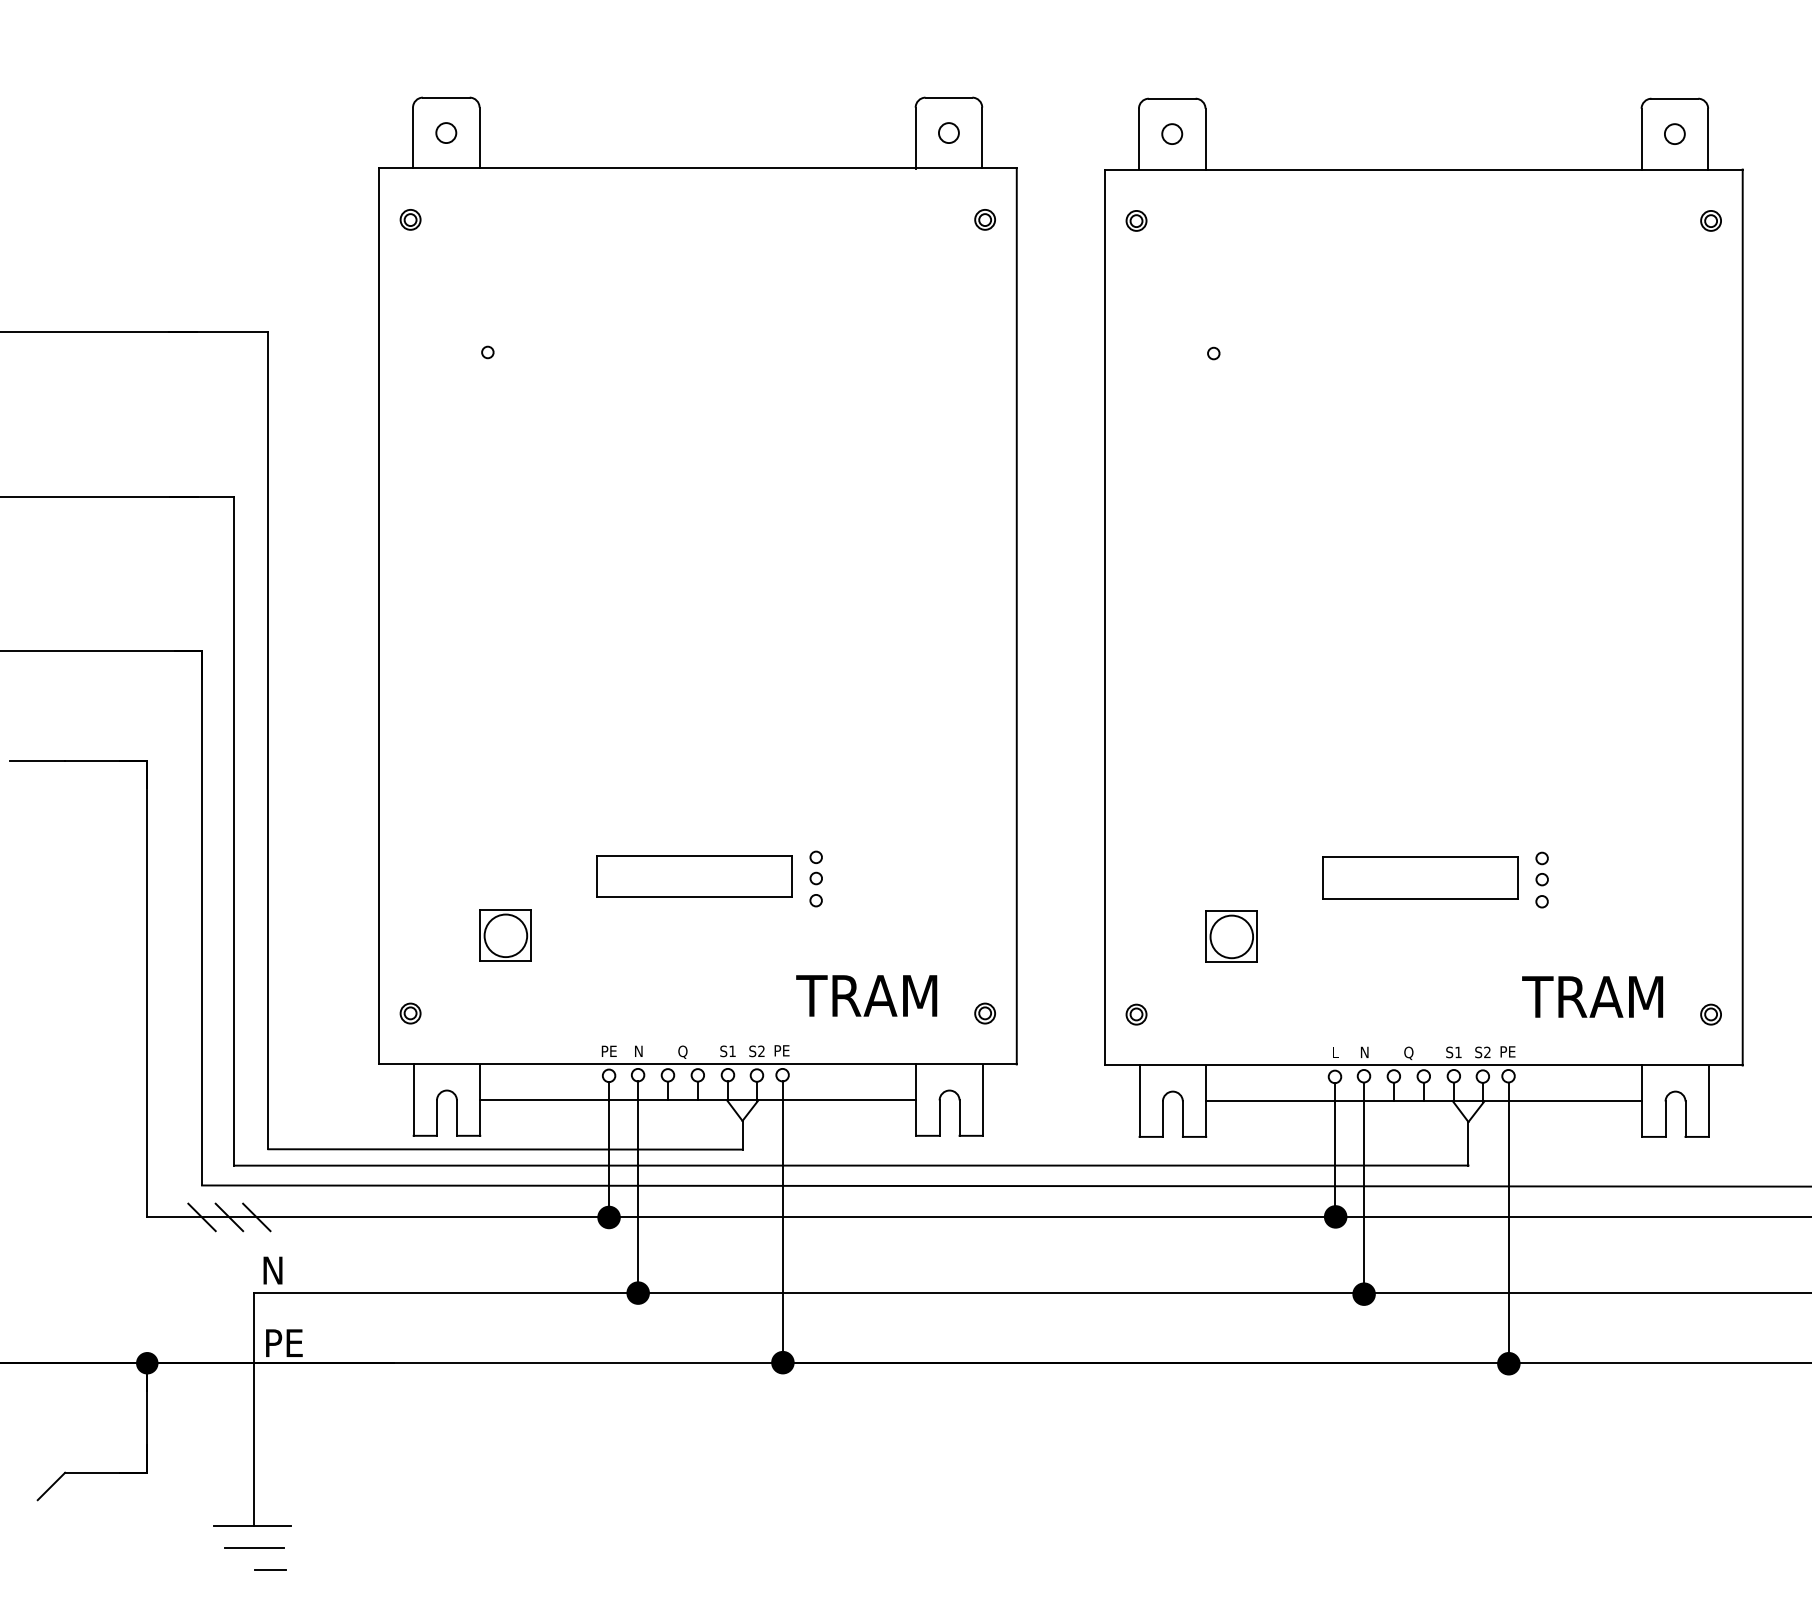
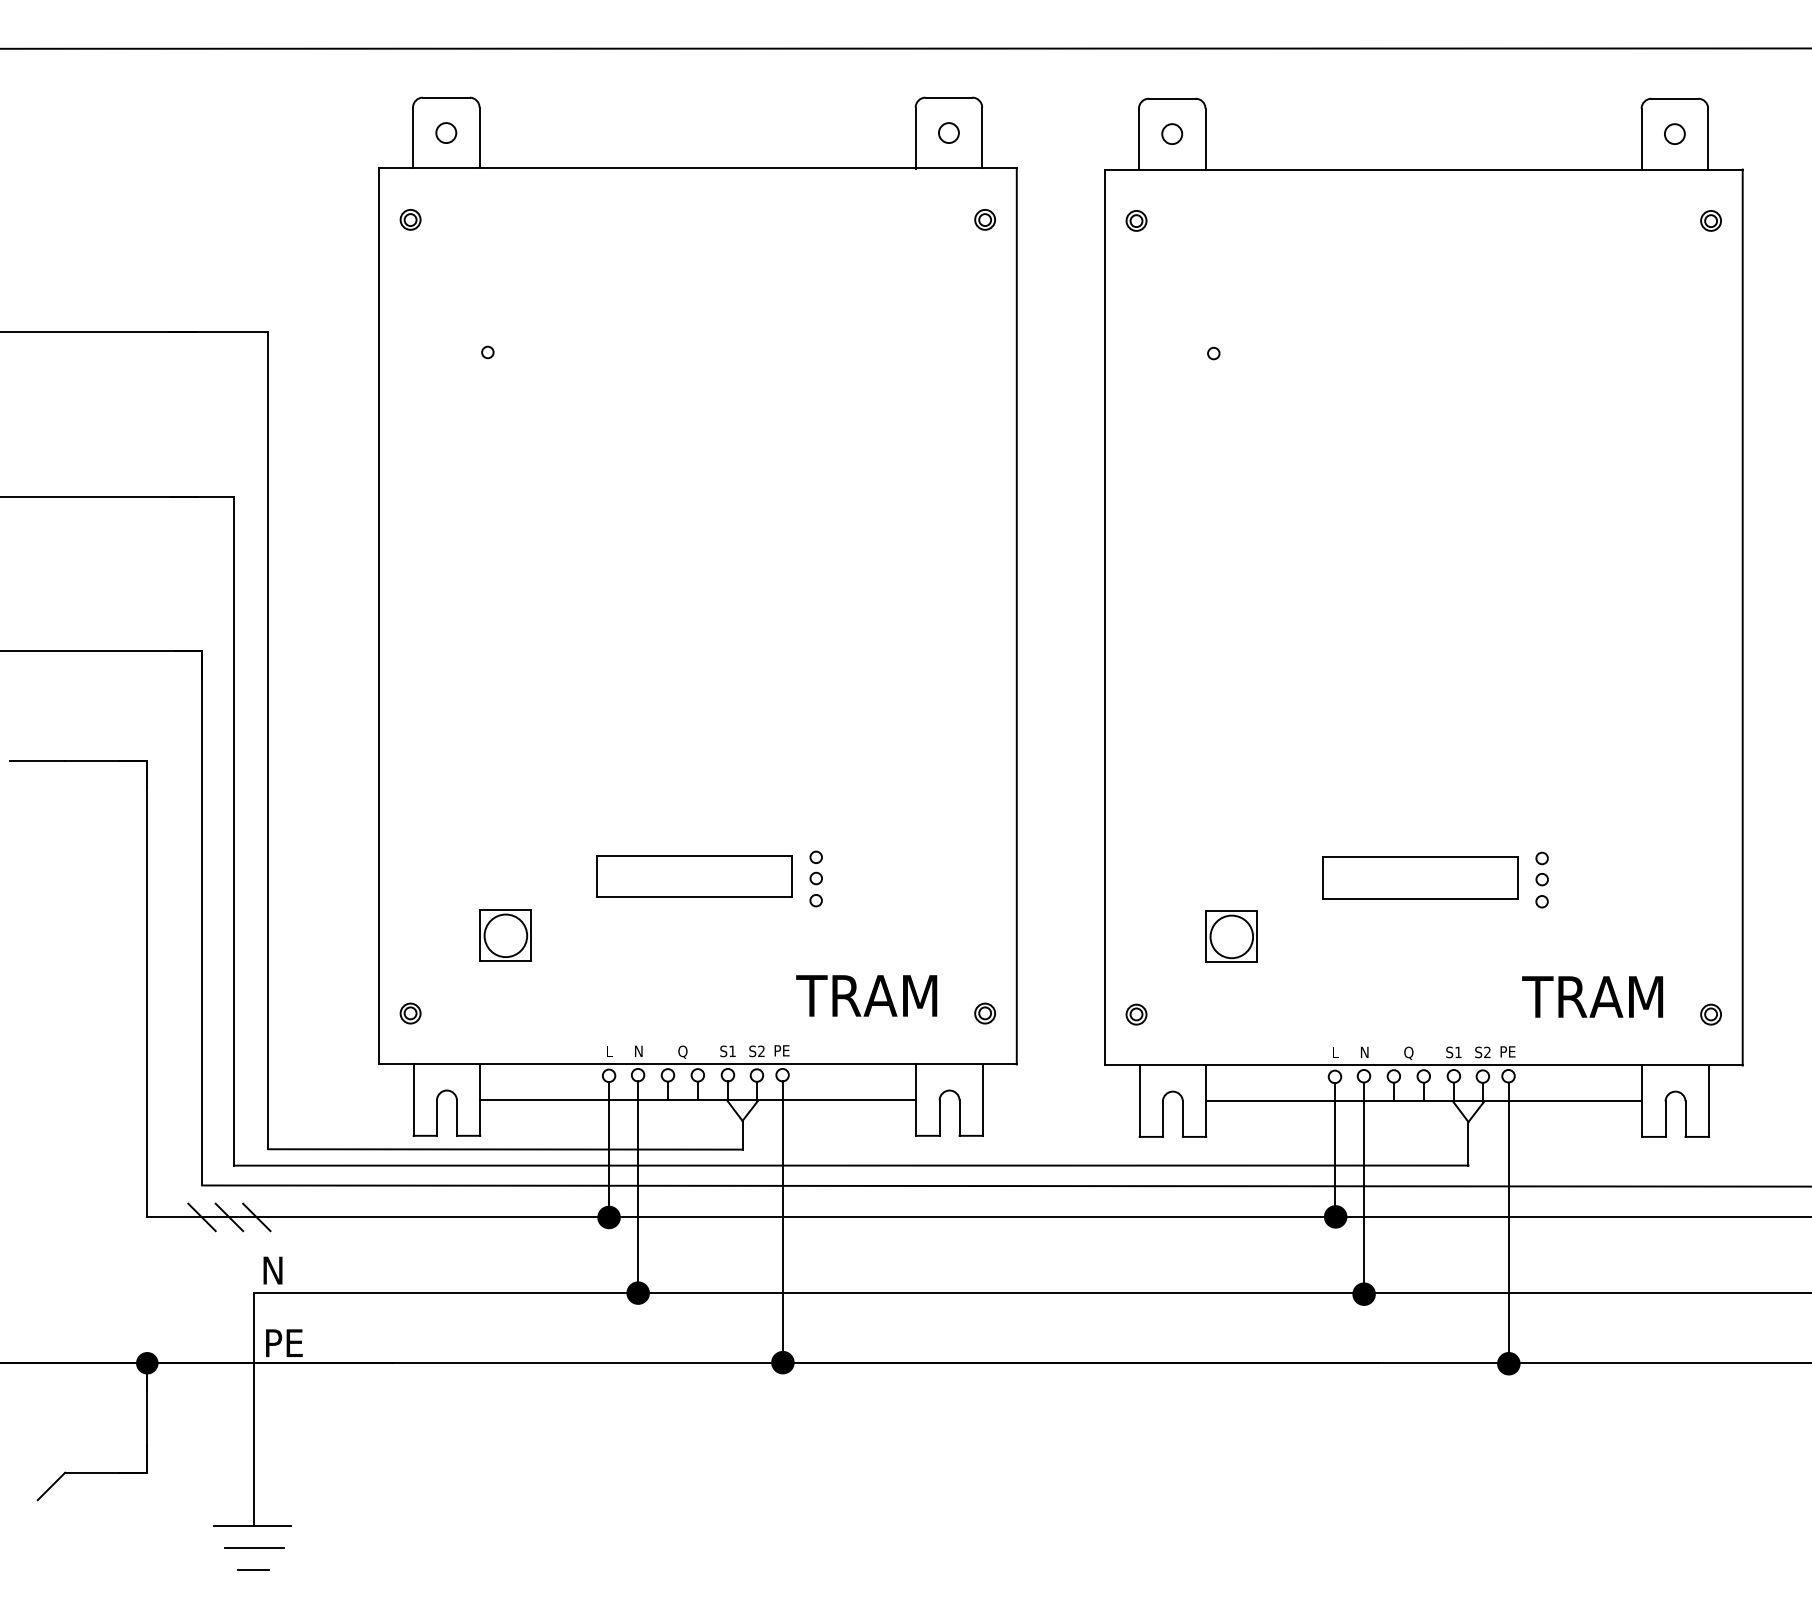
line at (905, 48): none -> present
text at (608, 1050): PE -> L
line at (270, 1569) position: (270, 1569) -> (253, 1569)
